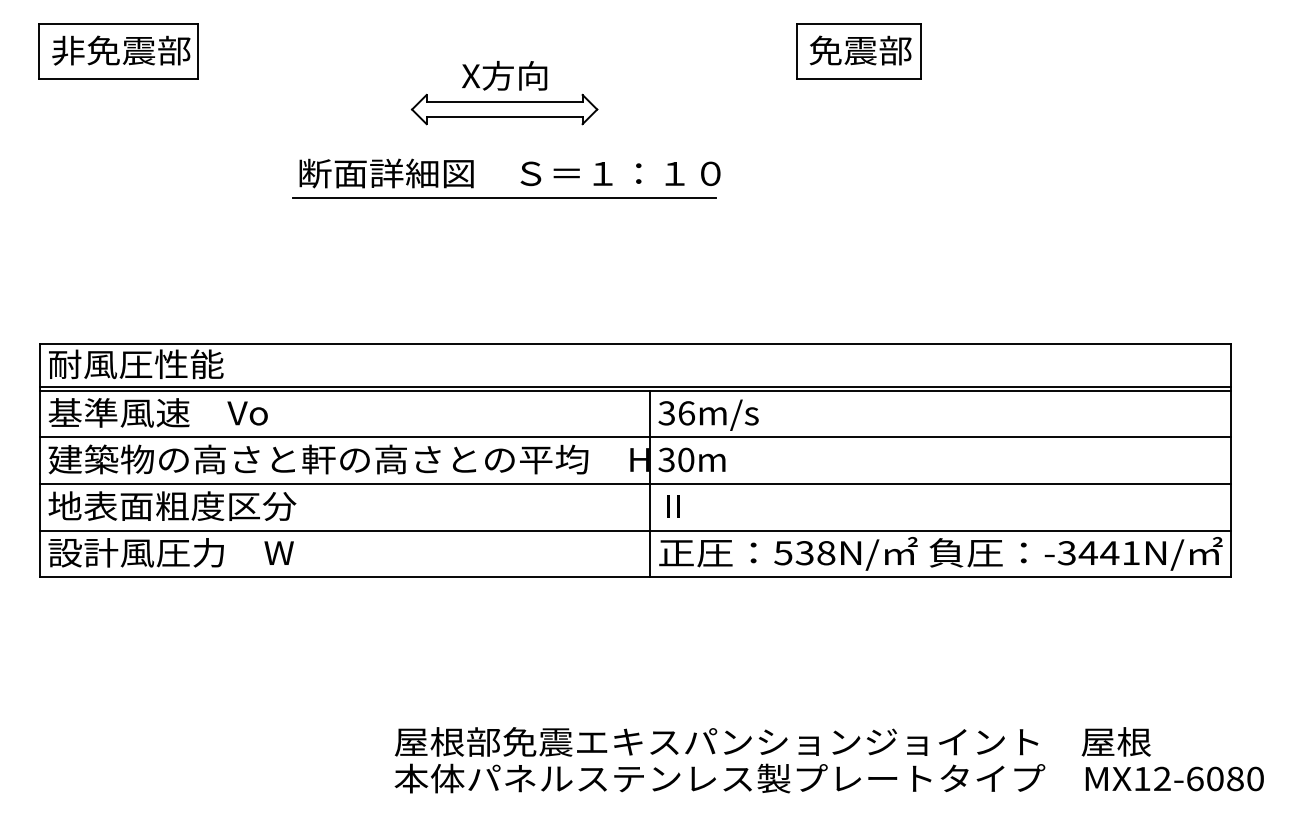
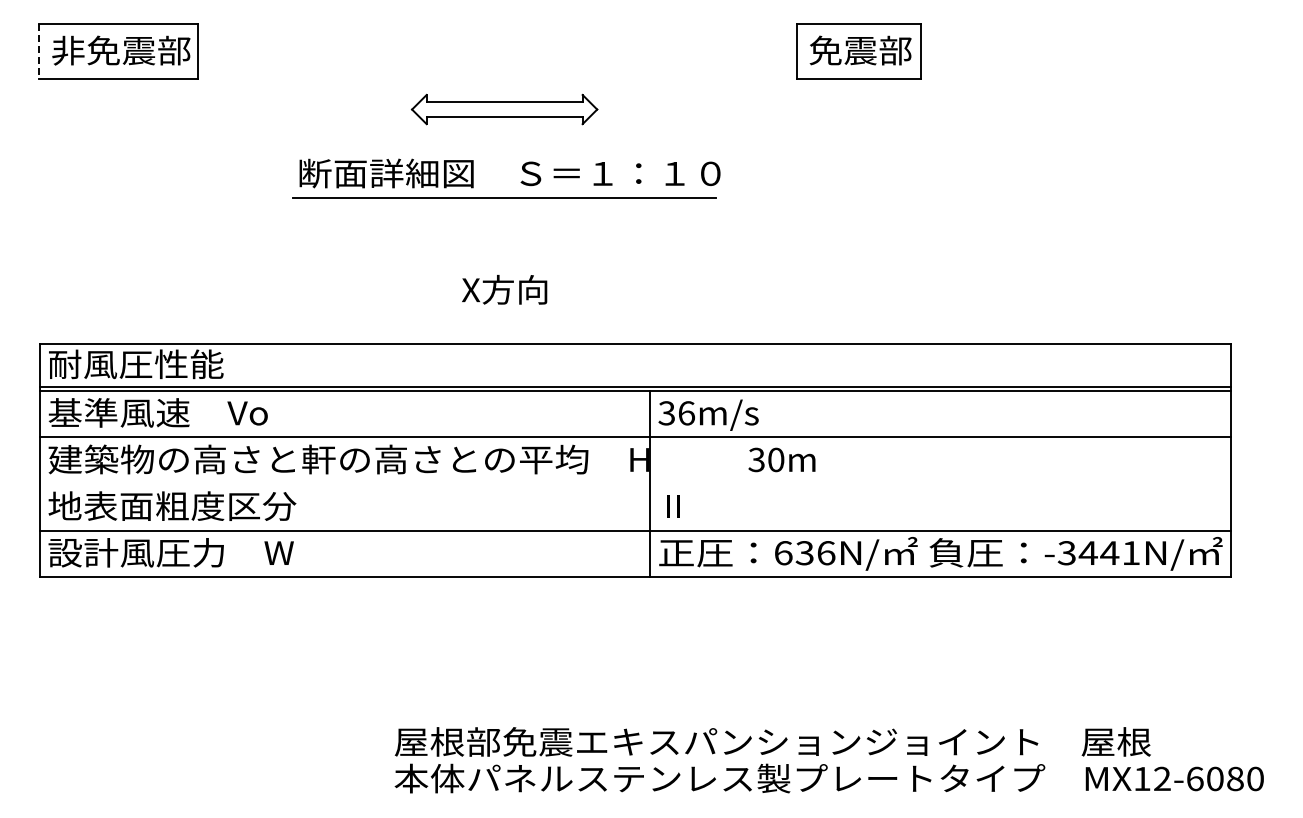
line at (39, 52): solid -> dashed
text at (504, 75) position: (504, 75) -> (504, 289)
text at (691, 459) position: (691, 459) -> (781, 459)
line at (635, 483): present -> none
text at (804, 553): 538N/ -> 636N/
